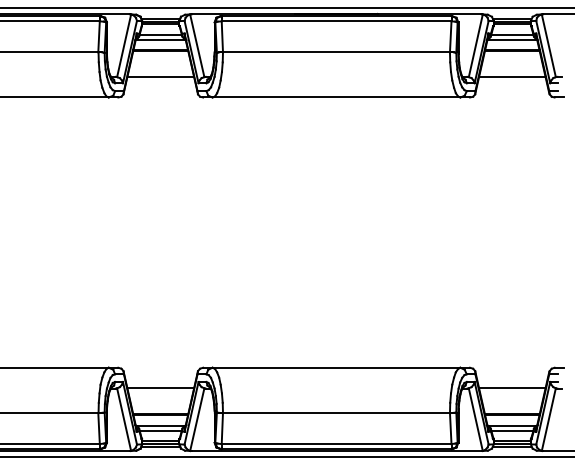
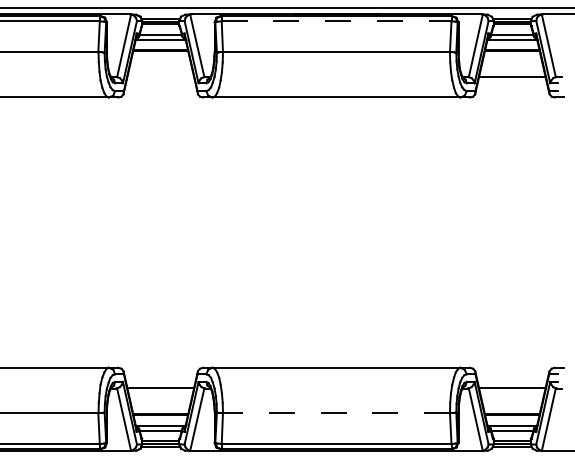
line at (336, 21): solid -> dashed
line at (160, 77): present -> none
line at (335, 413): solid -> dashed
line at (286, 457): present -> none
